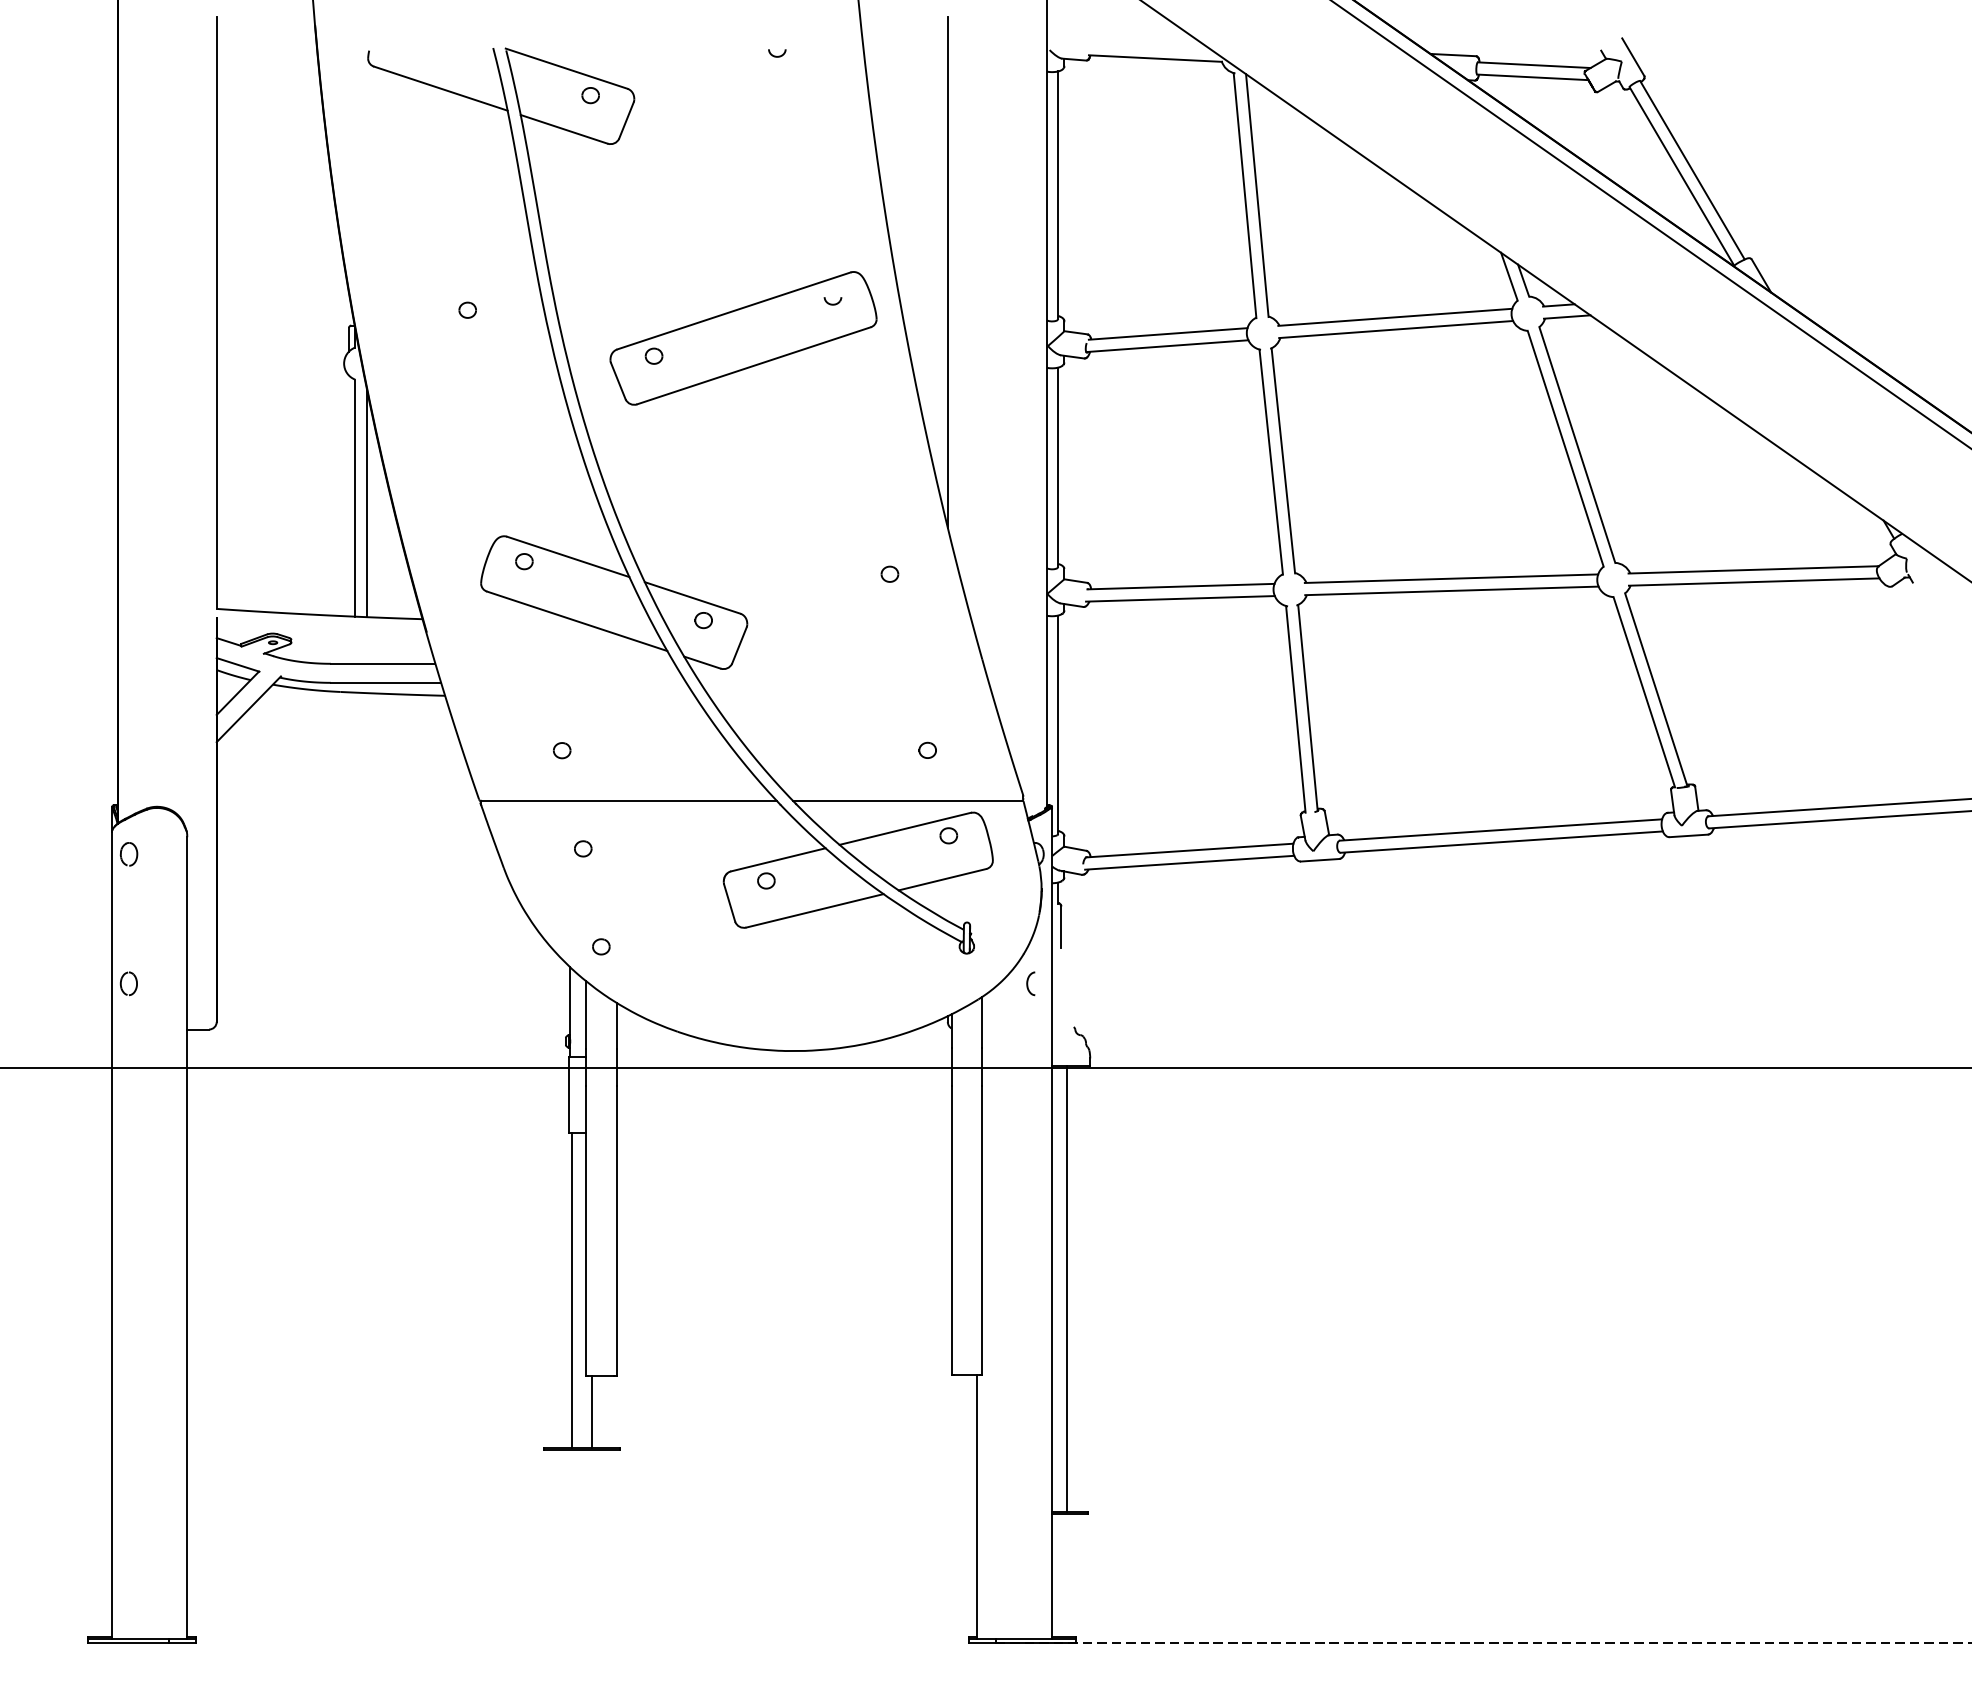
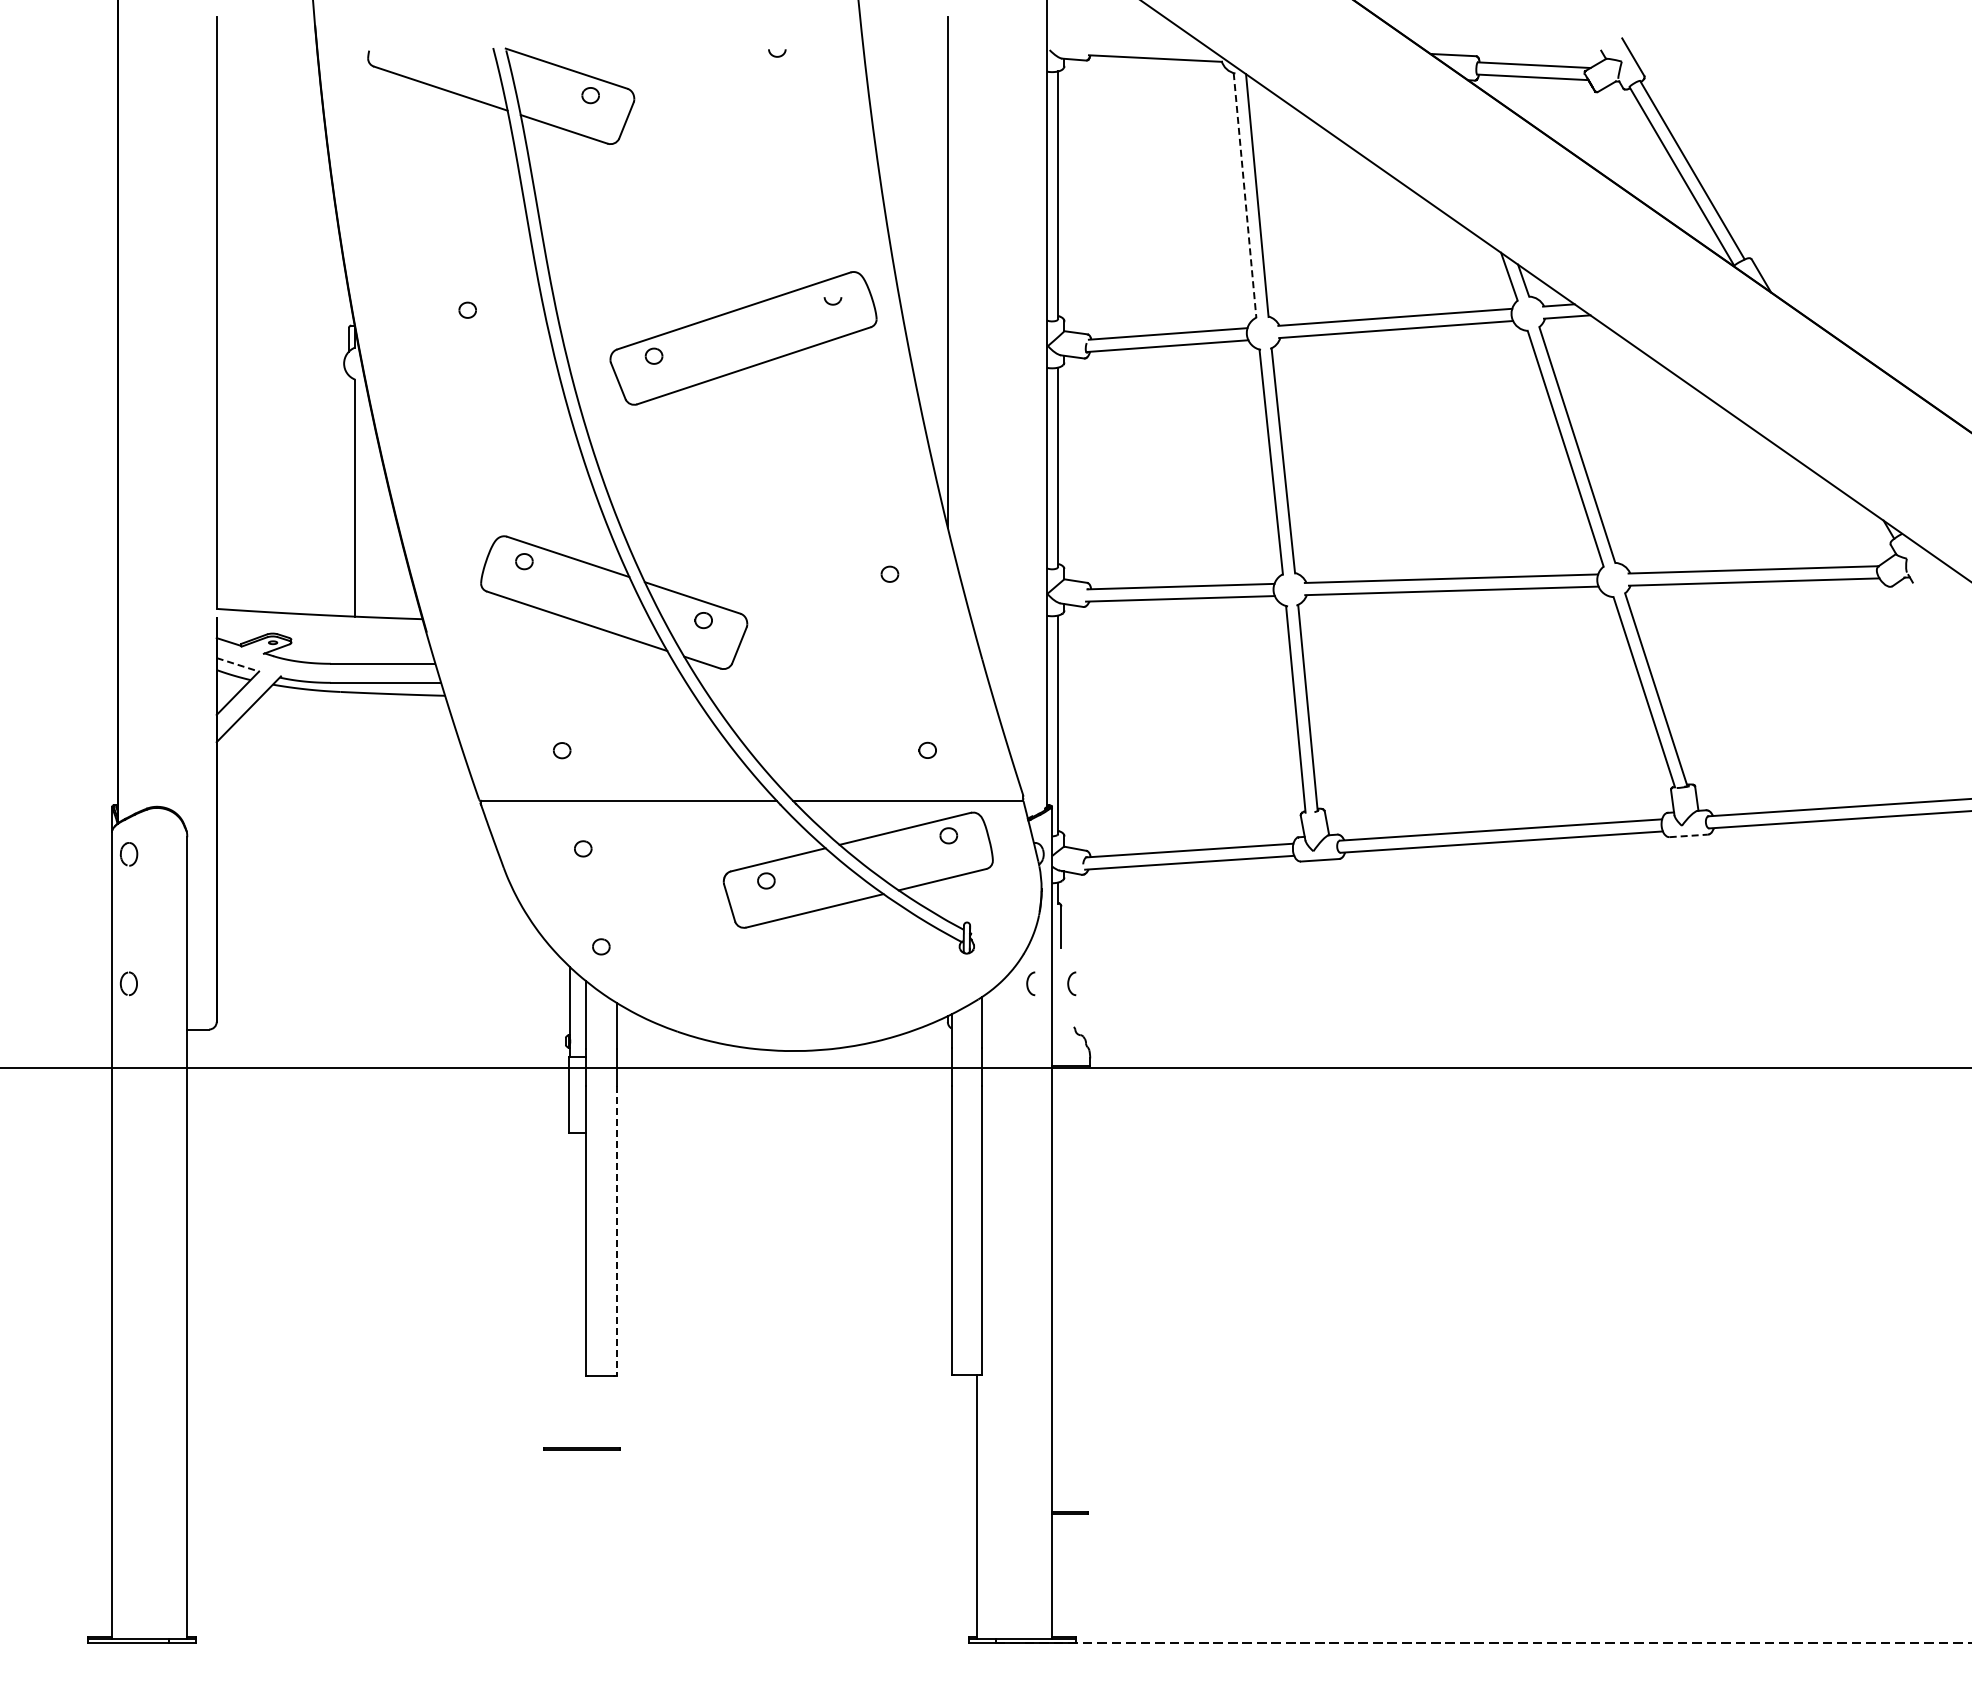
line at (1245, 196): solid -> dashed
line at (1650, 224): present -> none
line at (367, 504): present -> none
line at (238, 665): solid -> dashed
line at (1689, 835): solid -> dashed
curve at (1069, 983): none -> present
line at (616, 1230): solid -> dashed
line at (1067, 1288): present -> none
line at (572, 1290): present -> none
line at (592, 1411): present -> none
